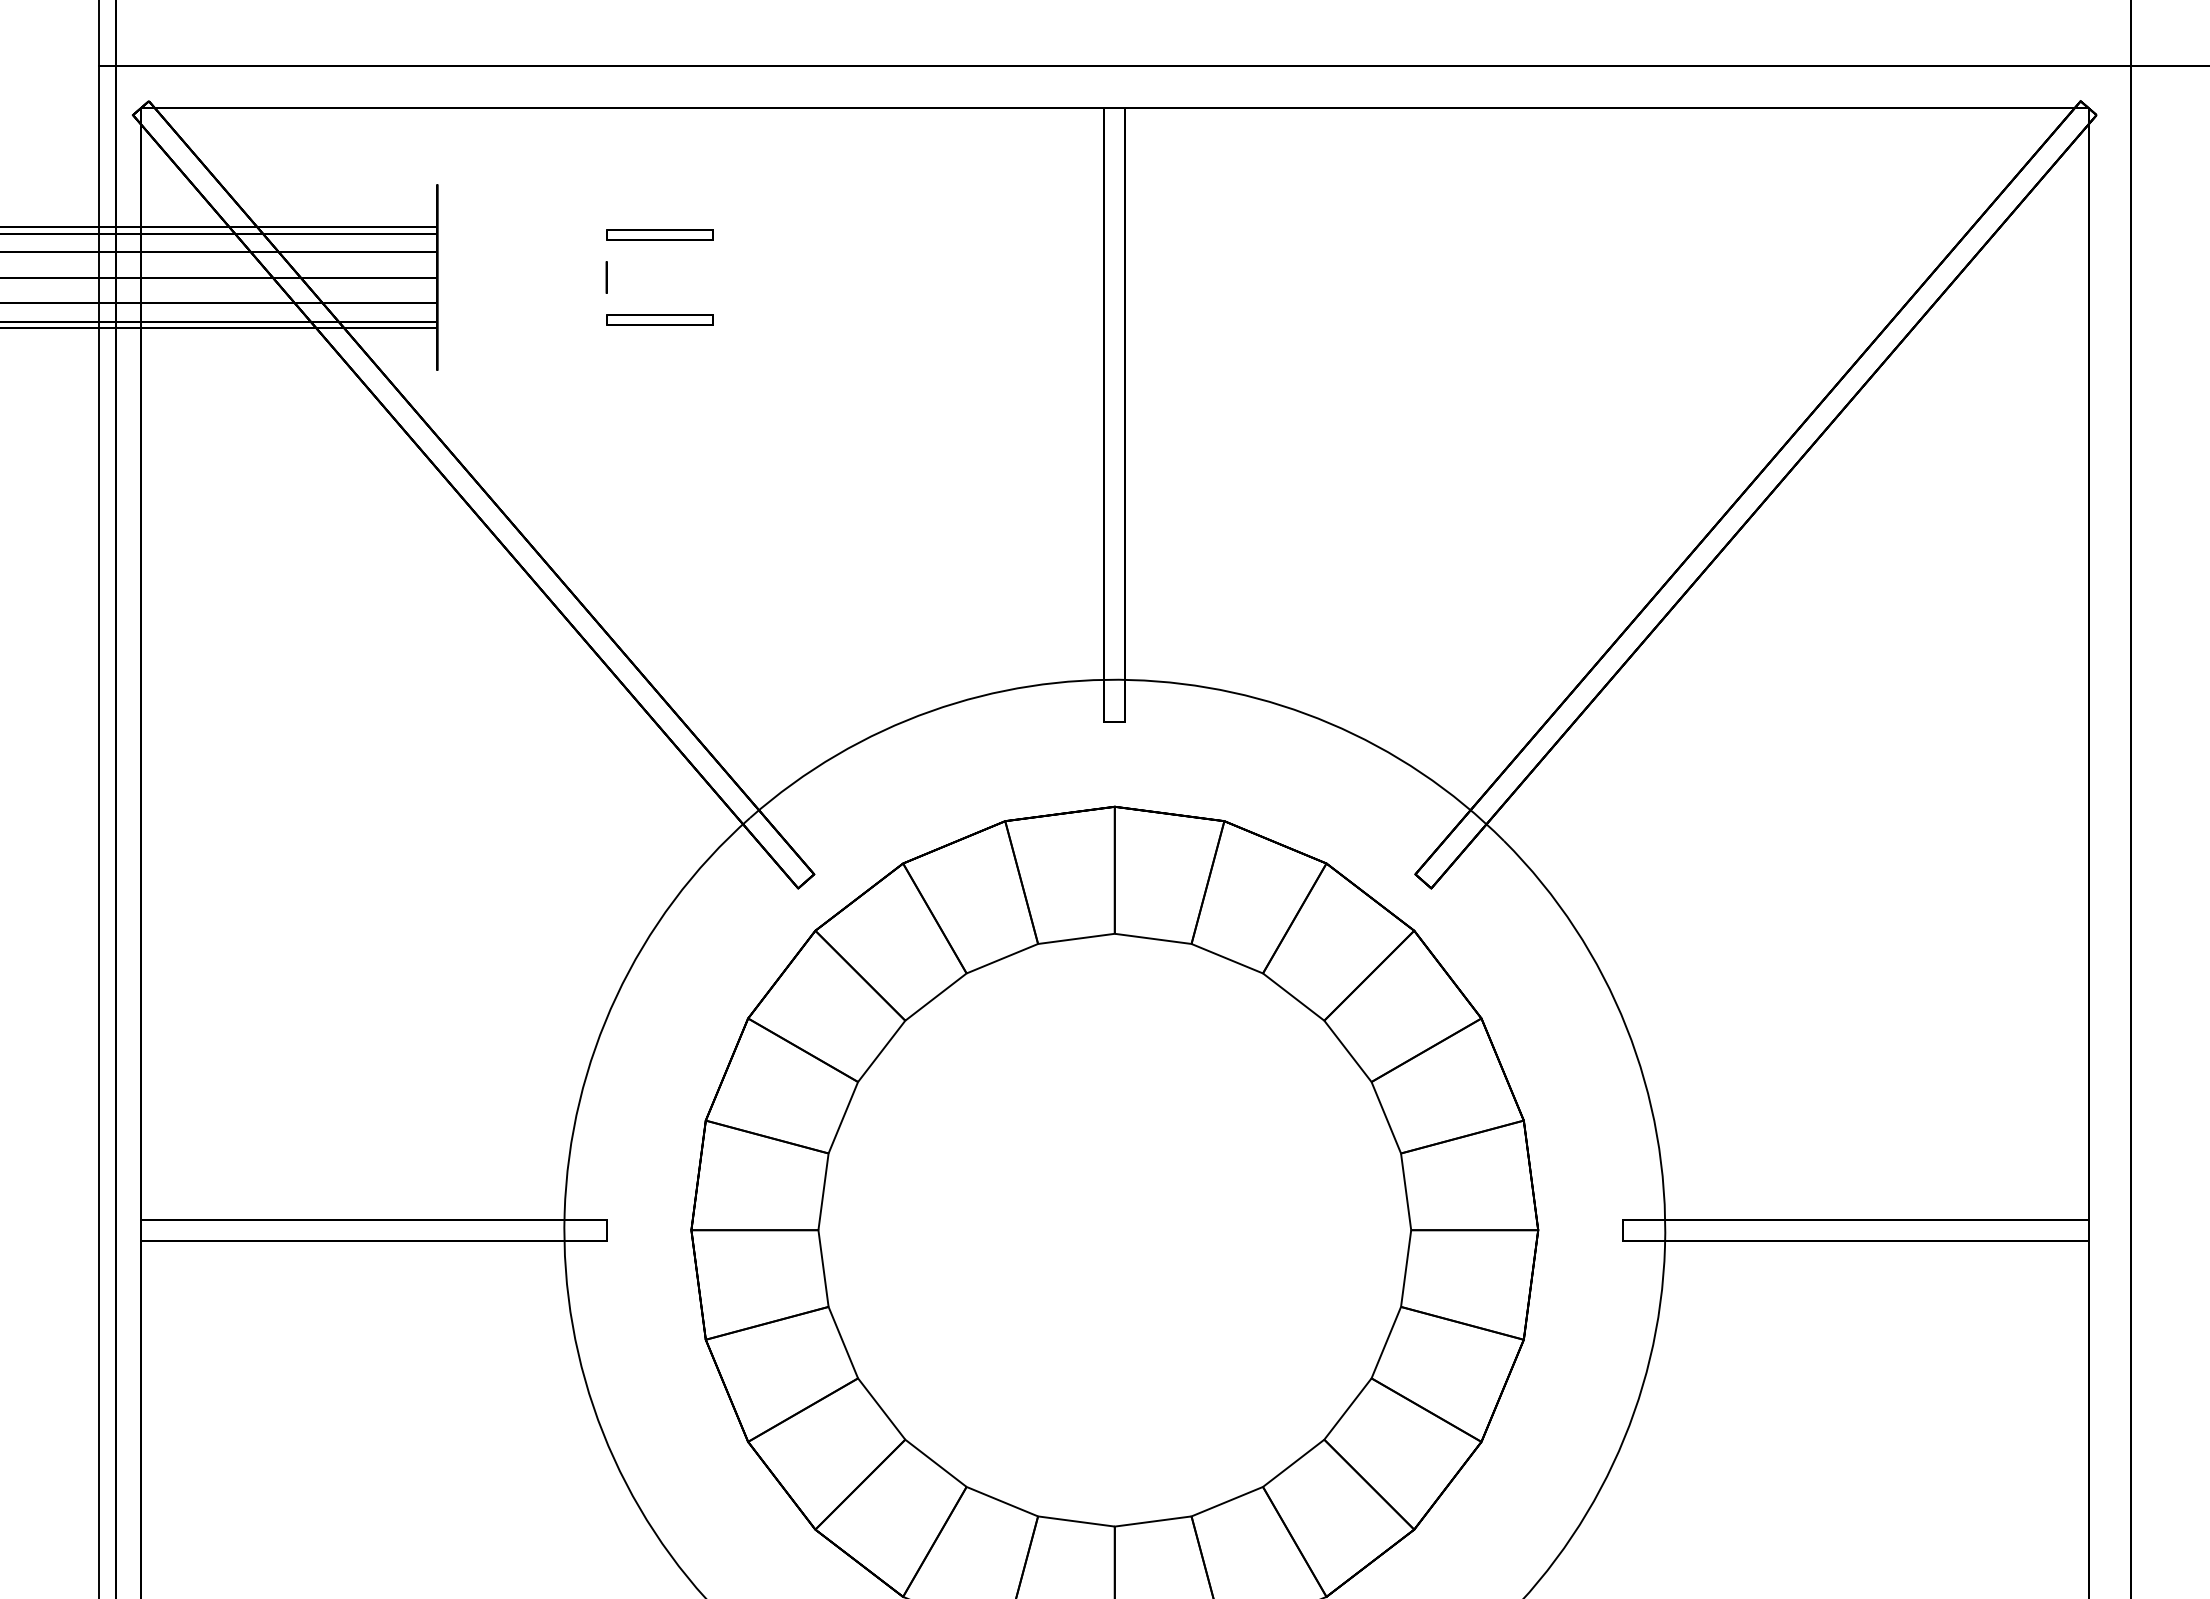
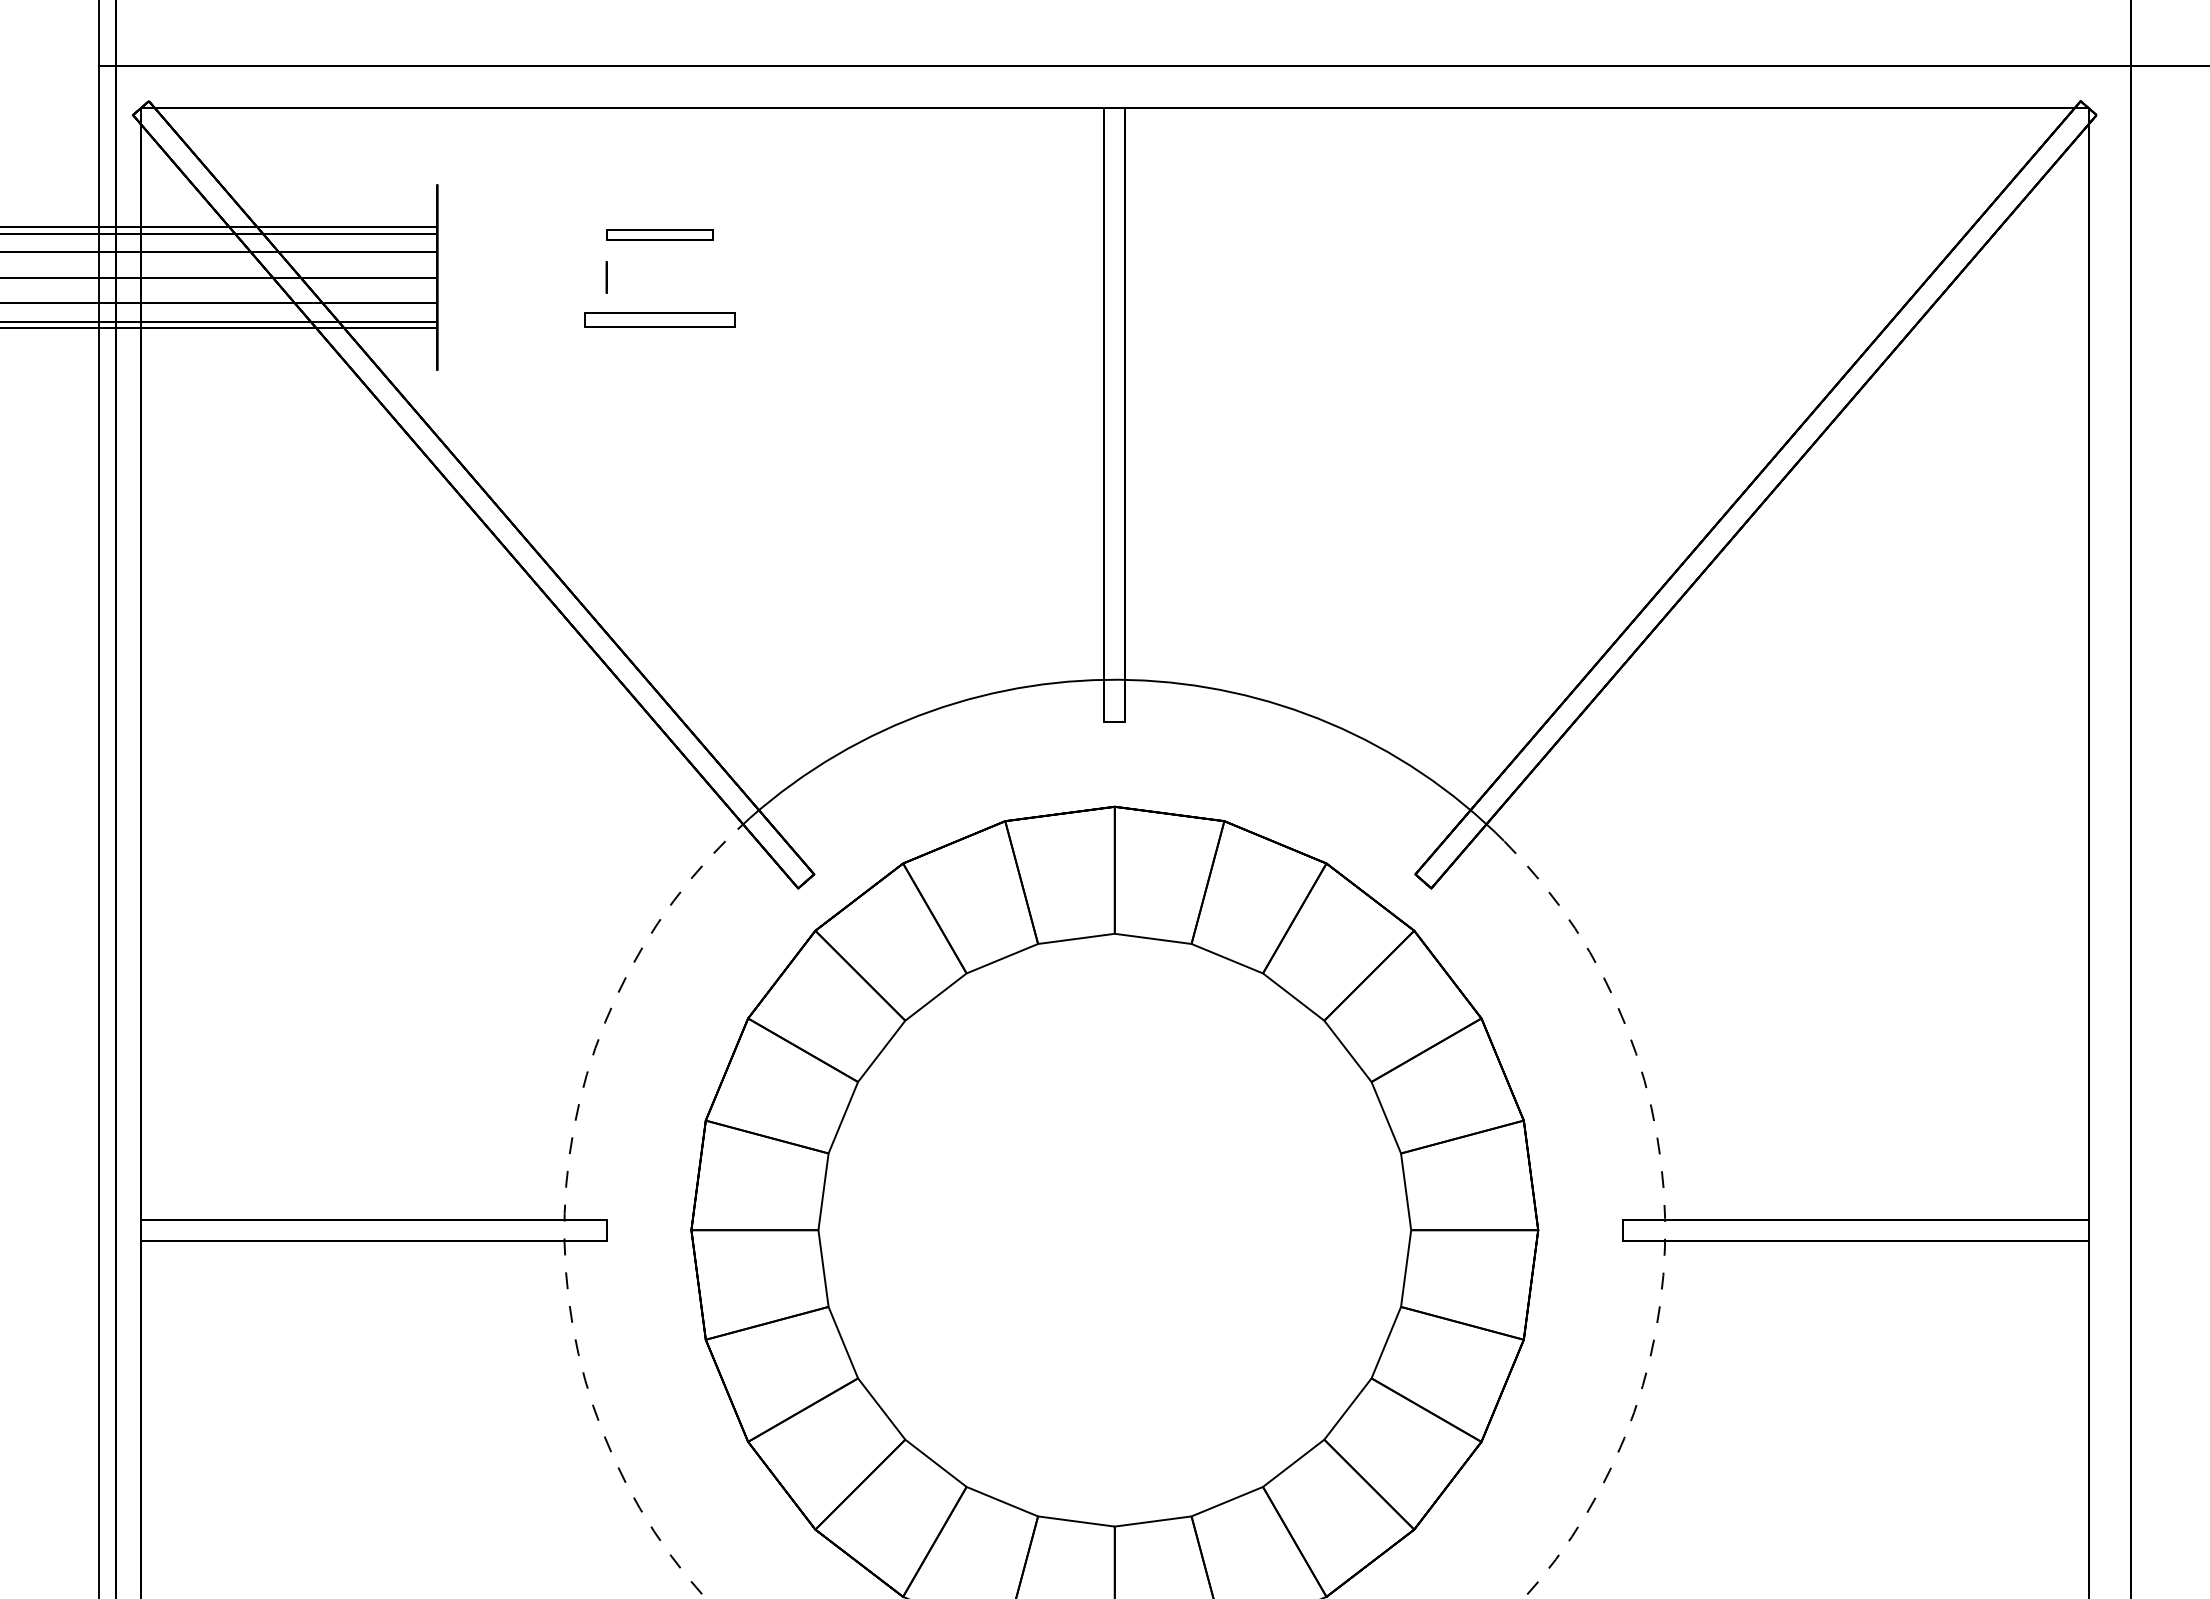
part at (659, 319) size: 108x12 px -> 152x16 px
arc at (565, 1199): solid -> dashed
arc at (1665, 1215): solid -> dashed
